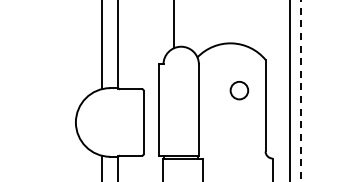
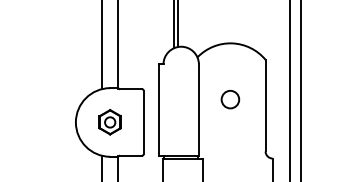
line at (177, 24): none -> present
circle at (239, 90) position: (239, 90) -> (230, 99)
line at (300, 91): dashed -> solid
part at (109, 122): none -> present
